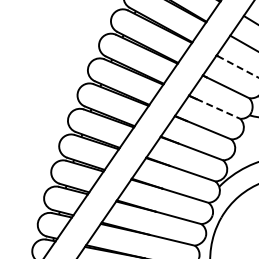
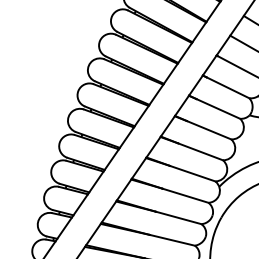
line at (238, 66): dashed -> solid
line at (218, 109): dashed -> solid
